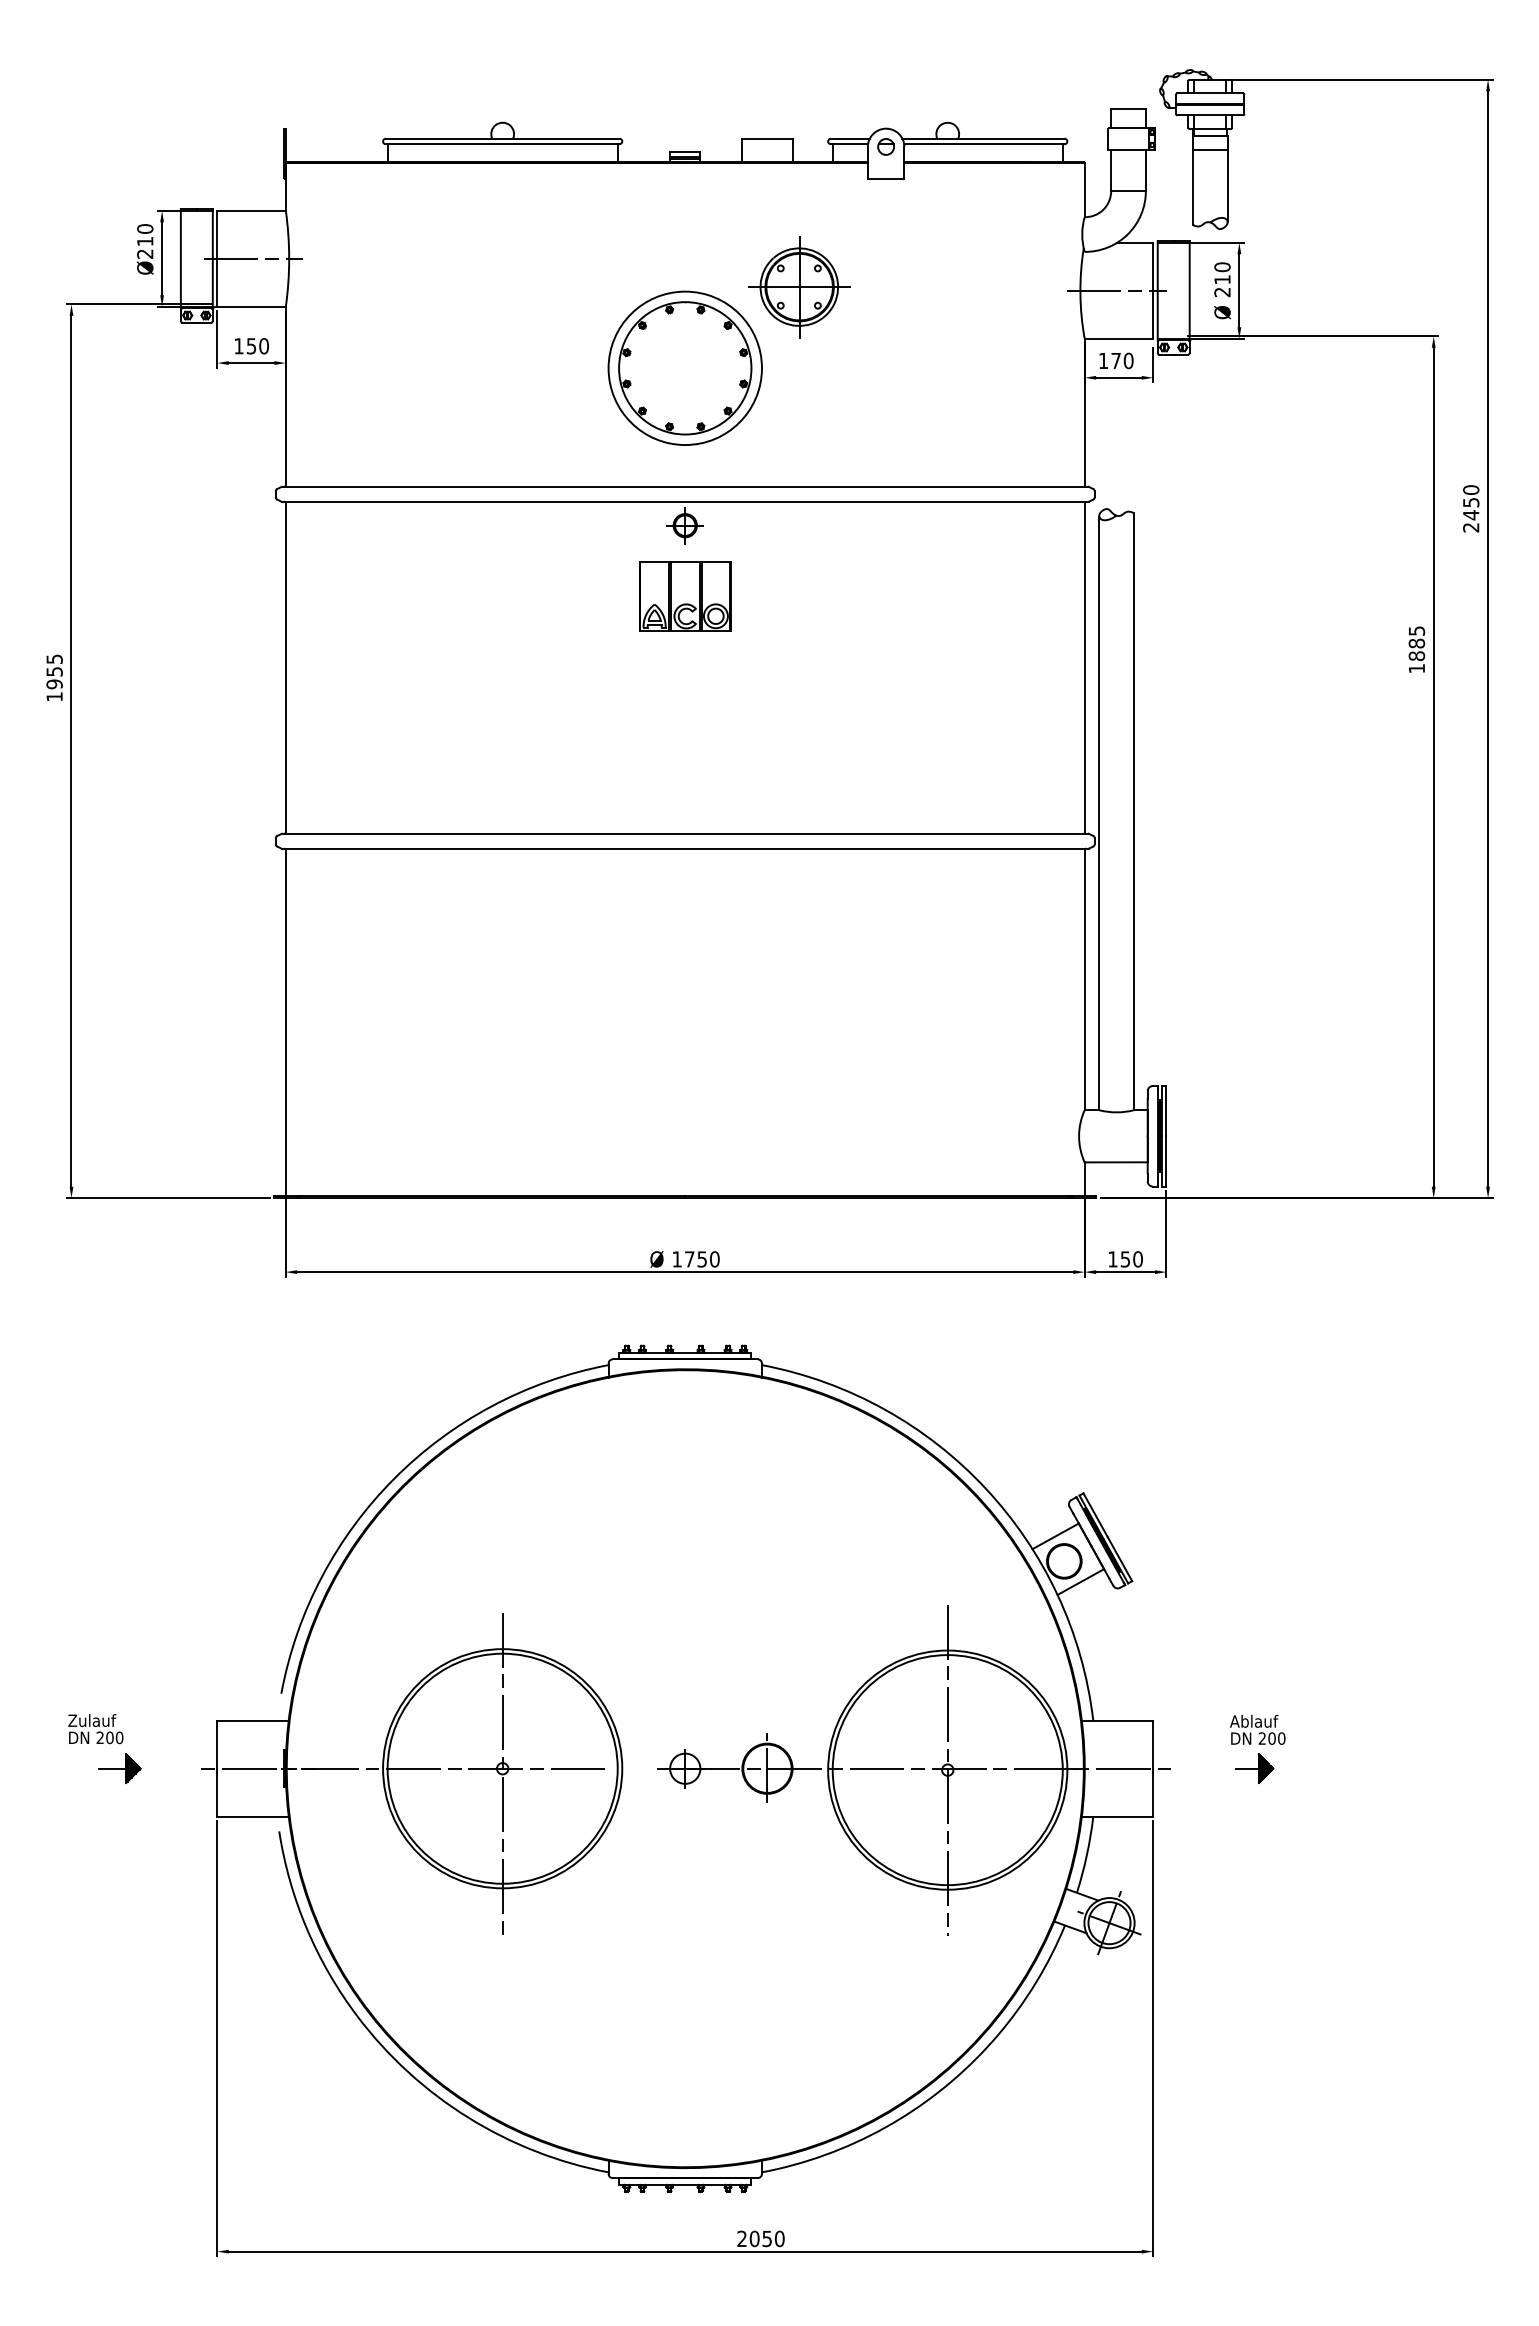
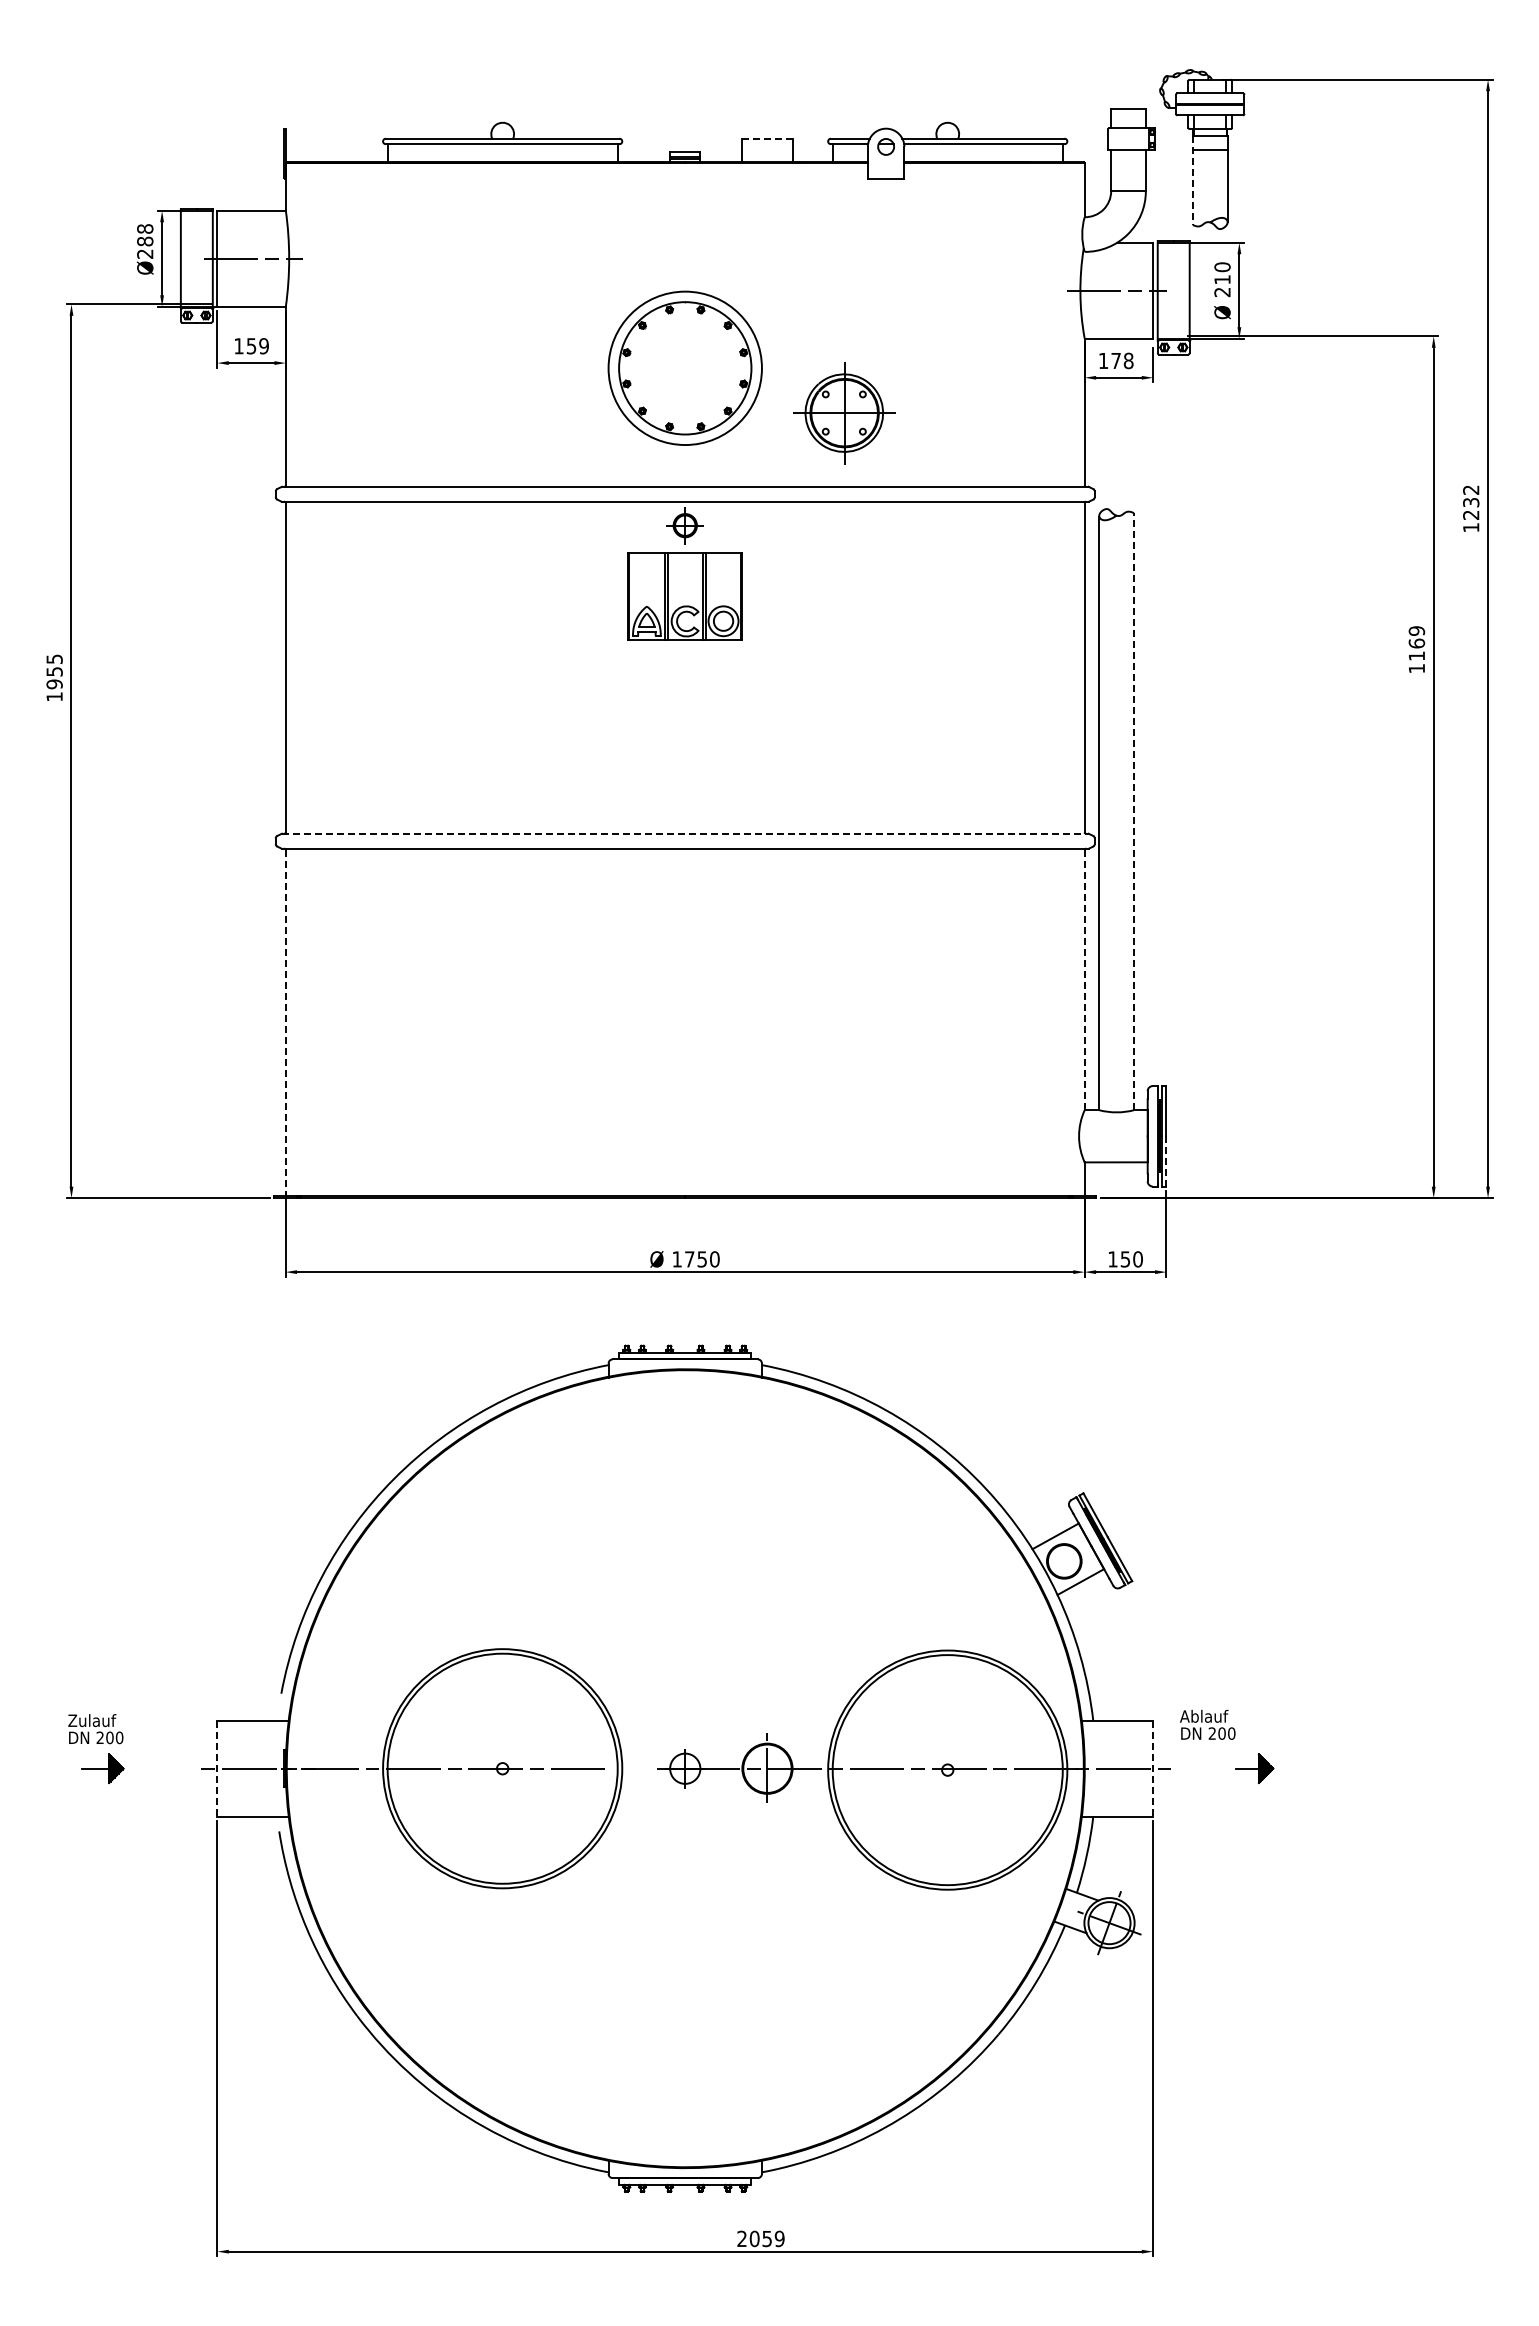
line at (767, 138): solid -> dashed
line at (1192, 180): solid -> dashed
text at (145, 235): Ø210 -> Ø288
part at (799, 287) position: (799, 287) -> (844, 413)
text at (263, 346): 150 -> 159
text at (1128, 360): 170 -> 178
text at (1471, 508): 2450 -> 1232
part at (685, 596) size: 93x71 px -> 116x89 px
text at (1416, 643): 1885 -> 1169
line at (1134, 811): solid -> dashed
line at (685, 833): solid -> dashed
line at (1084, 980): solid -> dashed
line at (285, 1022): solid -> dashed
line at (1166, 1160): solid -> dashed
text at (1257, 1729) position: (1257, 1729) -> (1207, 1724)
part at (119, 1768) position: (119, 1768) -> (102, 1768)
line at (217, 1768): solid -> dashed
line at (1153, 1768): solid -> dashed
line at (947, 1769): present -> none
line at (502, 1773): present -> none
text at (779, 2239): 2050 -> 2059
